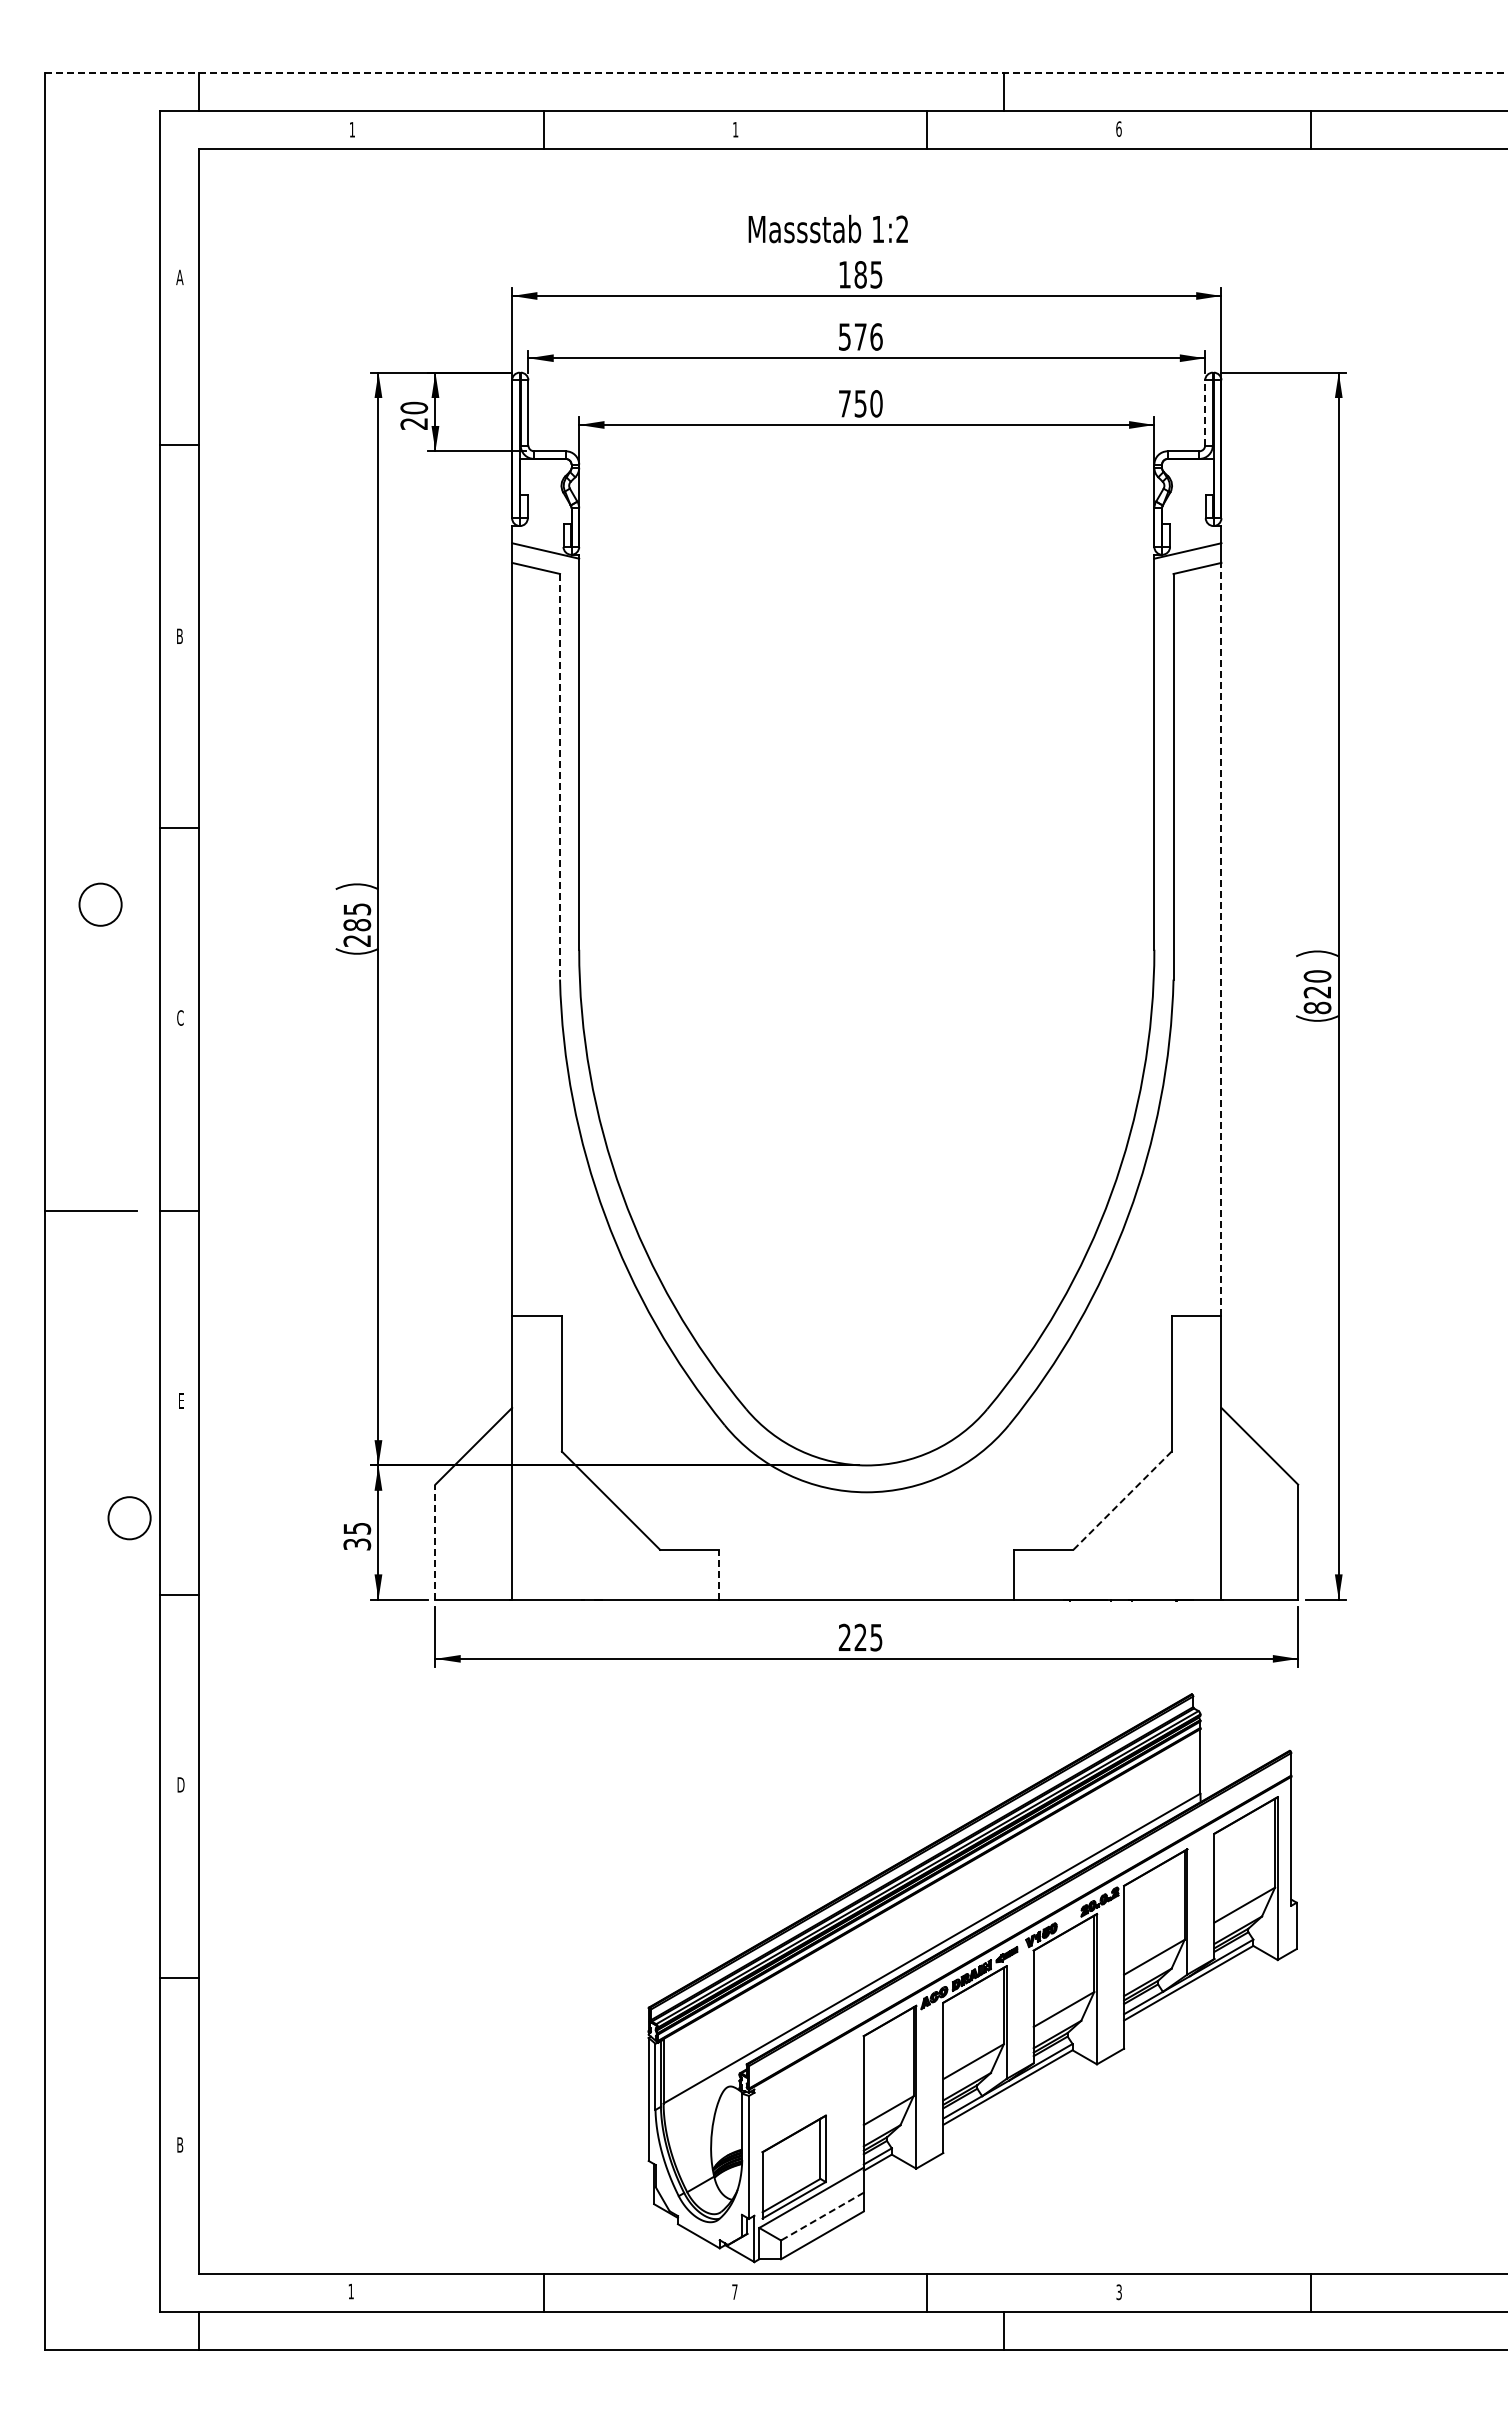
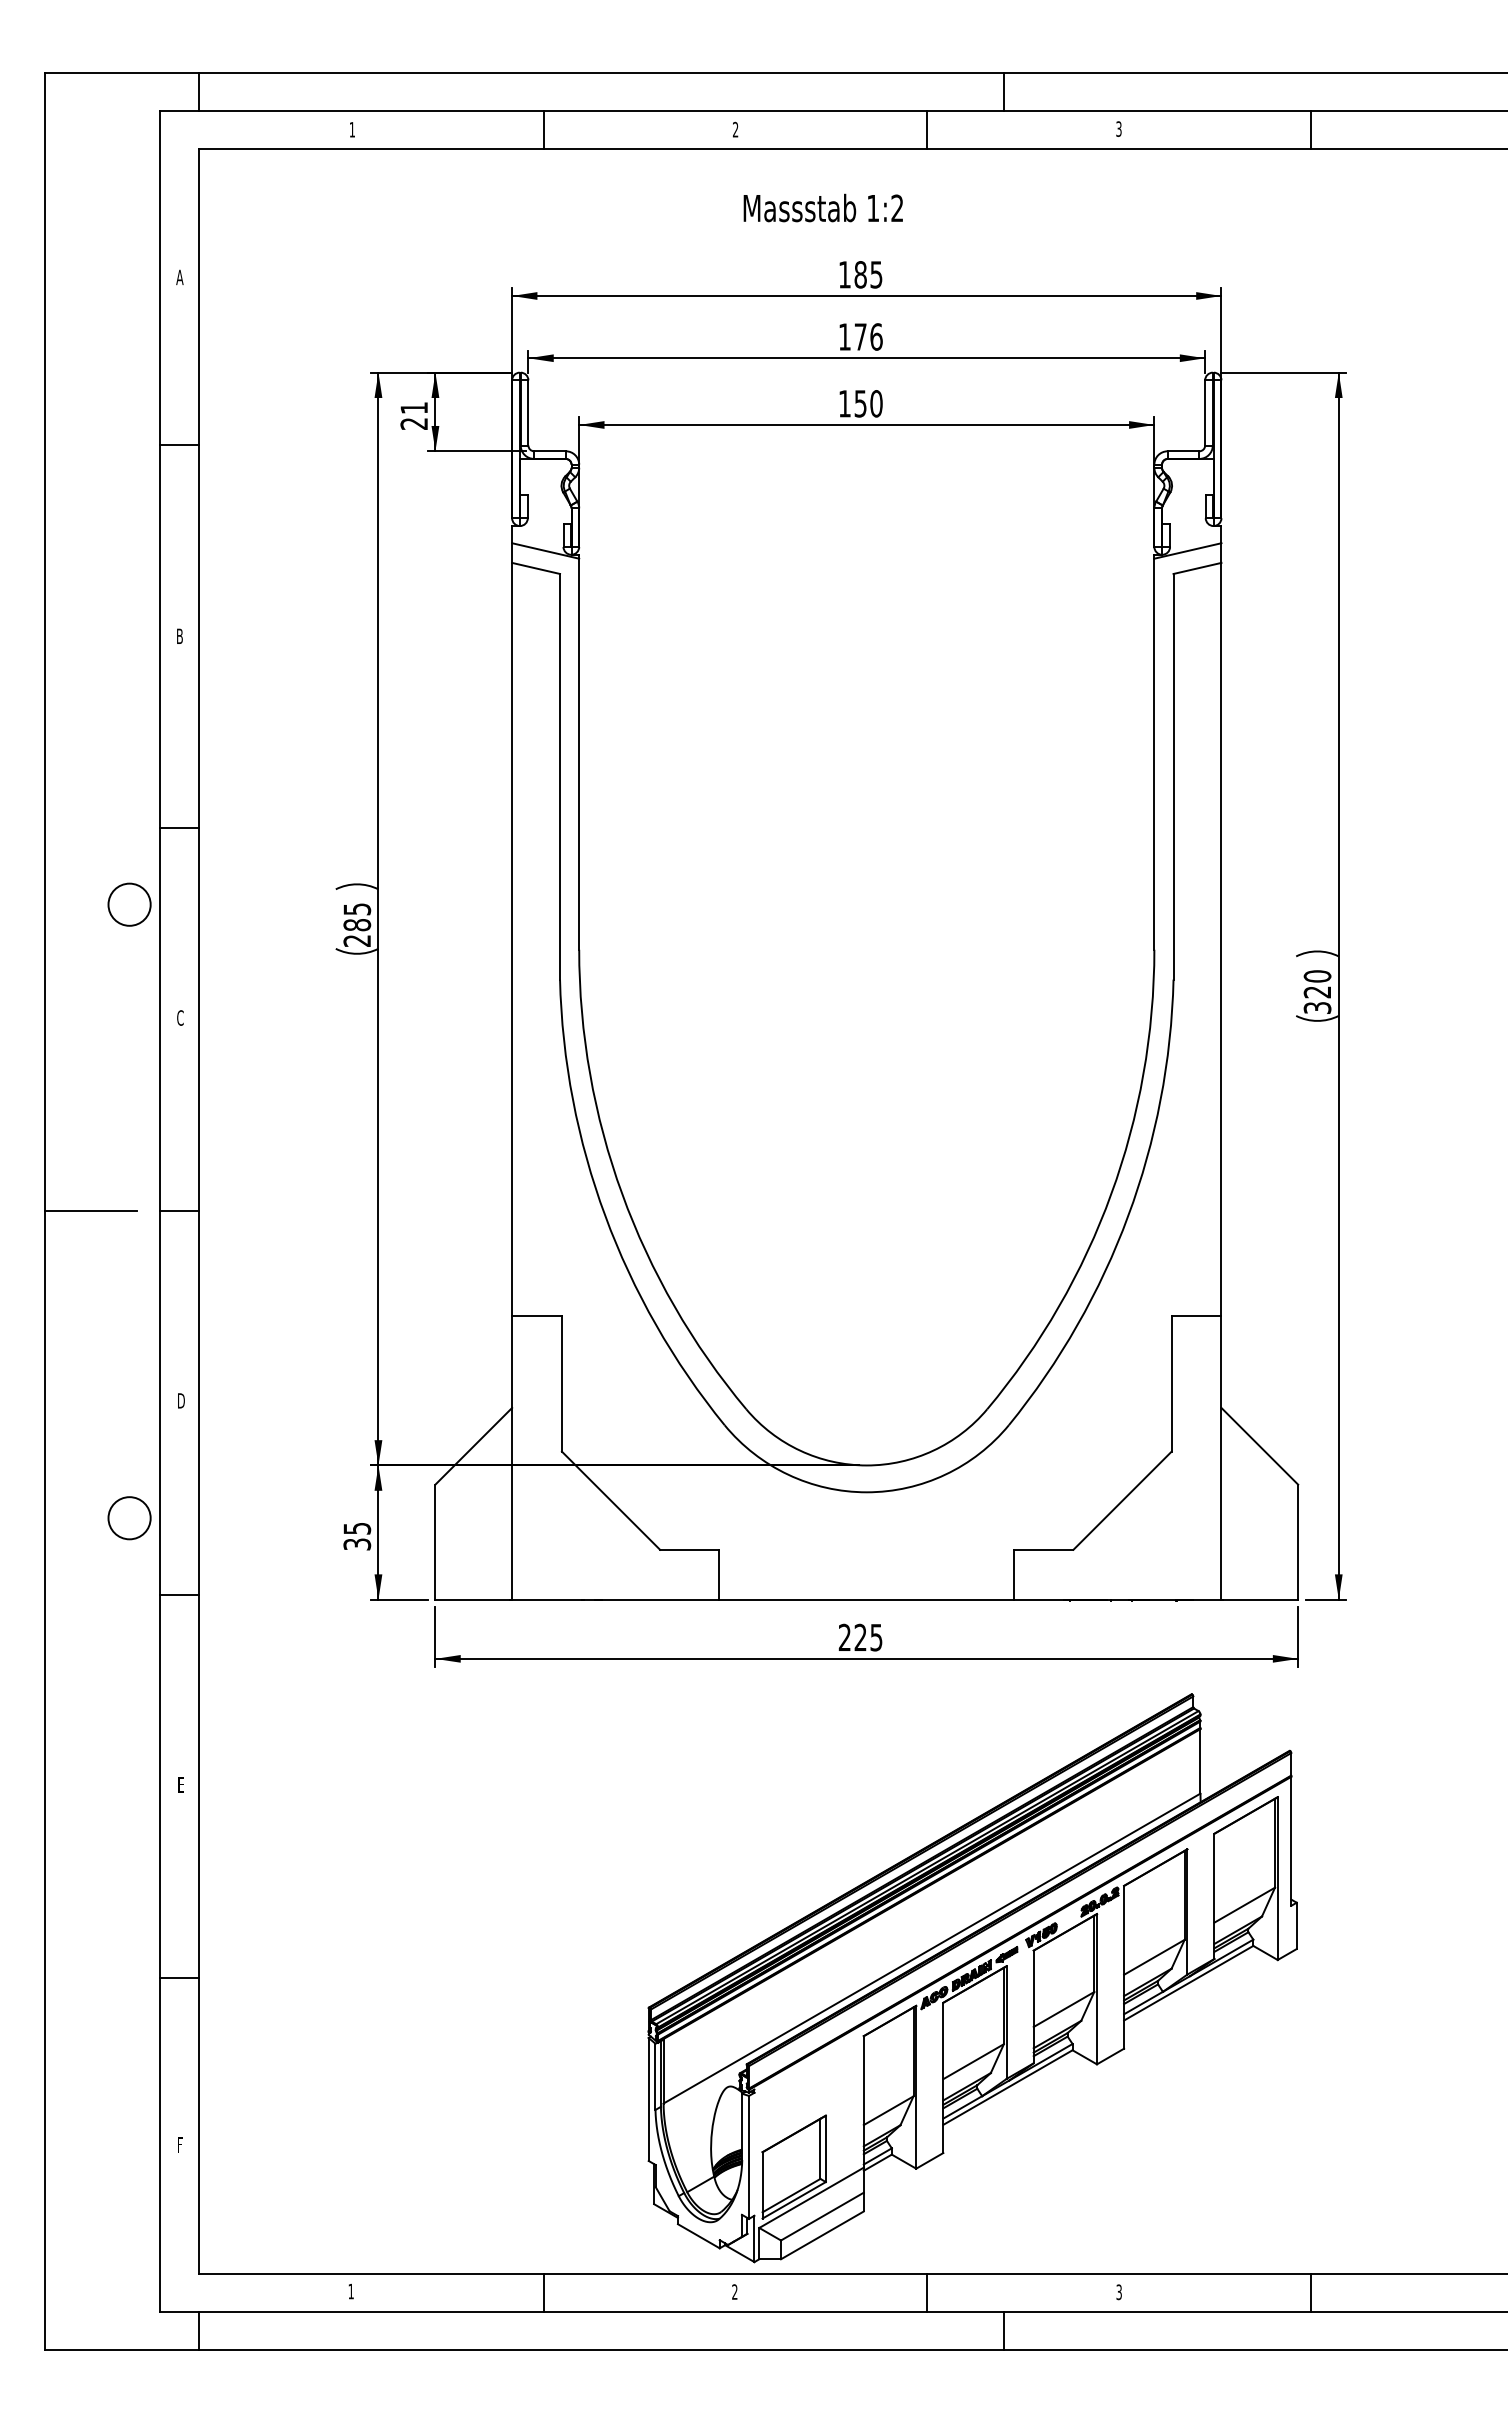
line at (776, 72): dashed -> solid
text at (1118, 128): 6 -> 3
text at (735, 129): 1 -> 2
text at (827, 228) position: (827, 228) -> (822, 207)
text at (844, 336): 576 -> 176
text at (844, 403): 750 -> 150
text at (414, 407): 20 -> 21
line at (1205, 412): dashed -> solid
line at (560, 776): dashed -> solid
circle at (100, 904) position: (100, 904) -> (129, 904)
line at (1221, 939): dashed -> solid
text at (1317, 1007): 820 -> 320
text at (181, 1400): E -> D
line at (1122, 1500): dashed -> solid
line at (435, 1542): dashed -> solid
line at (719, 1574): dashed -> solid
text at (180, 1784): D -> E
text at (180, 2144): B -> F
line at (822, 2216): dashed -> solid
text at (734, 2291): 7 -> 2
